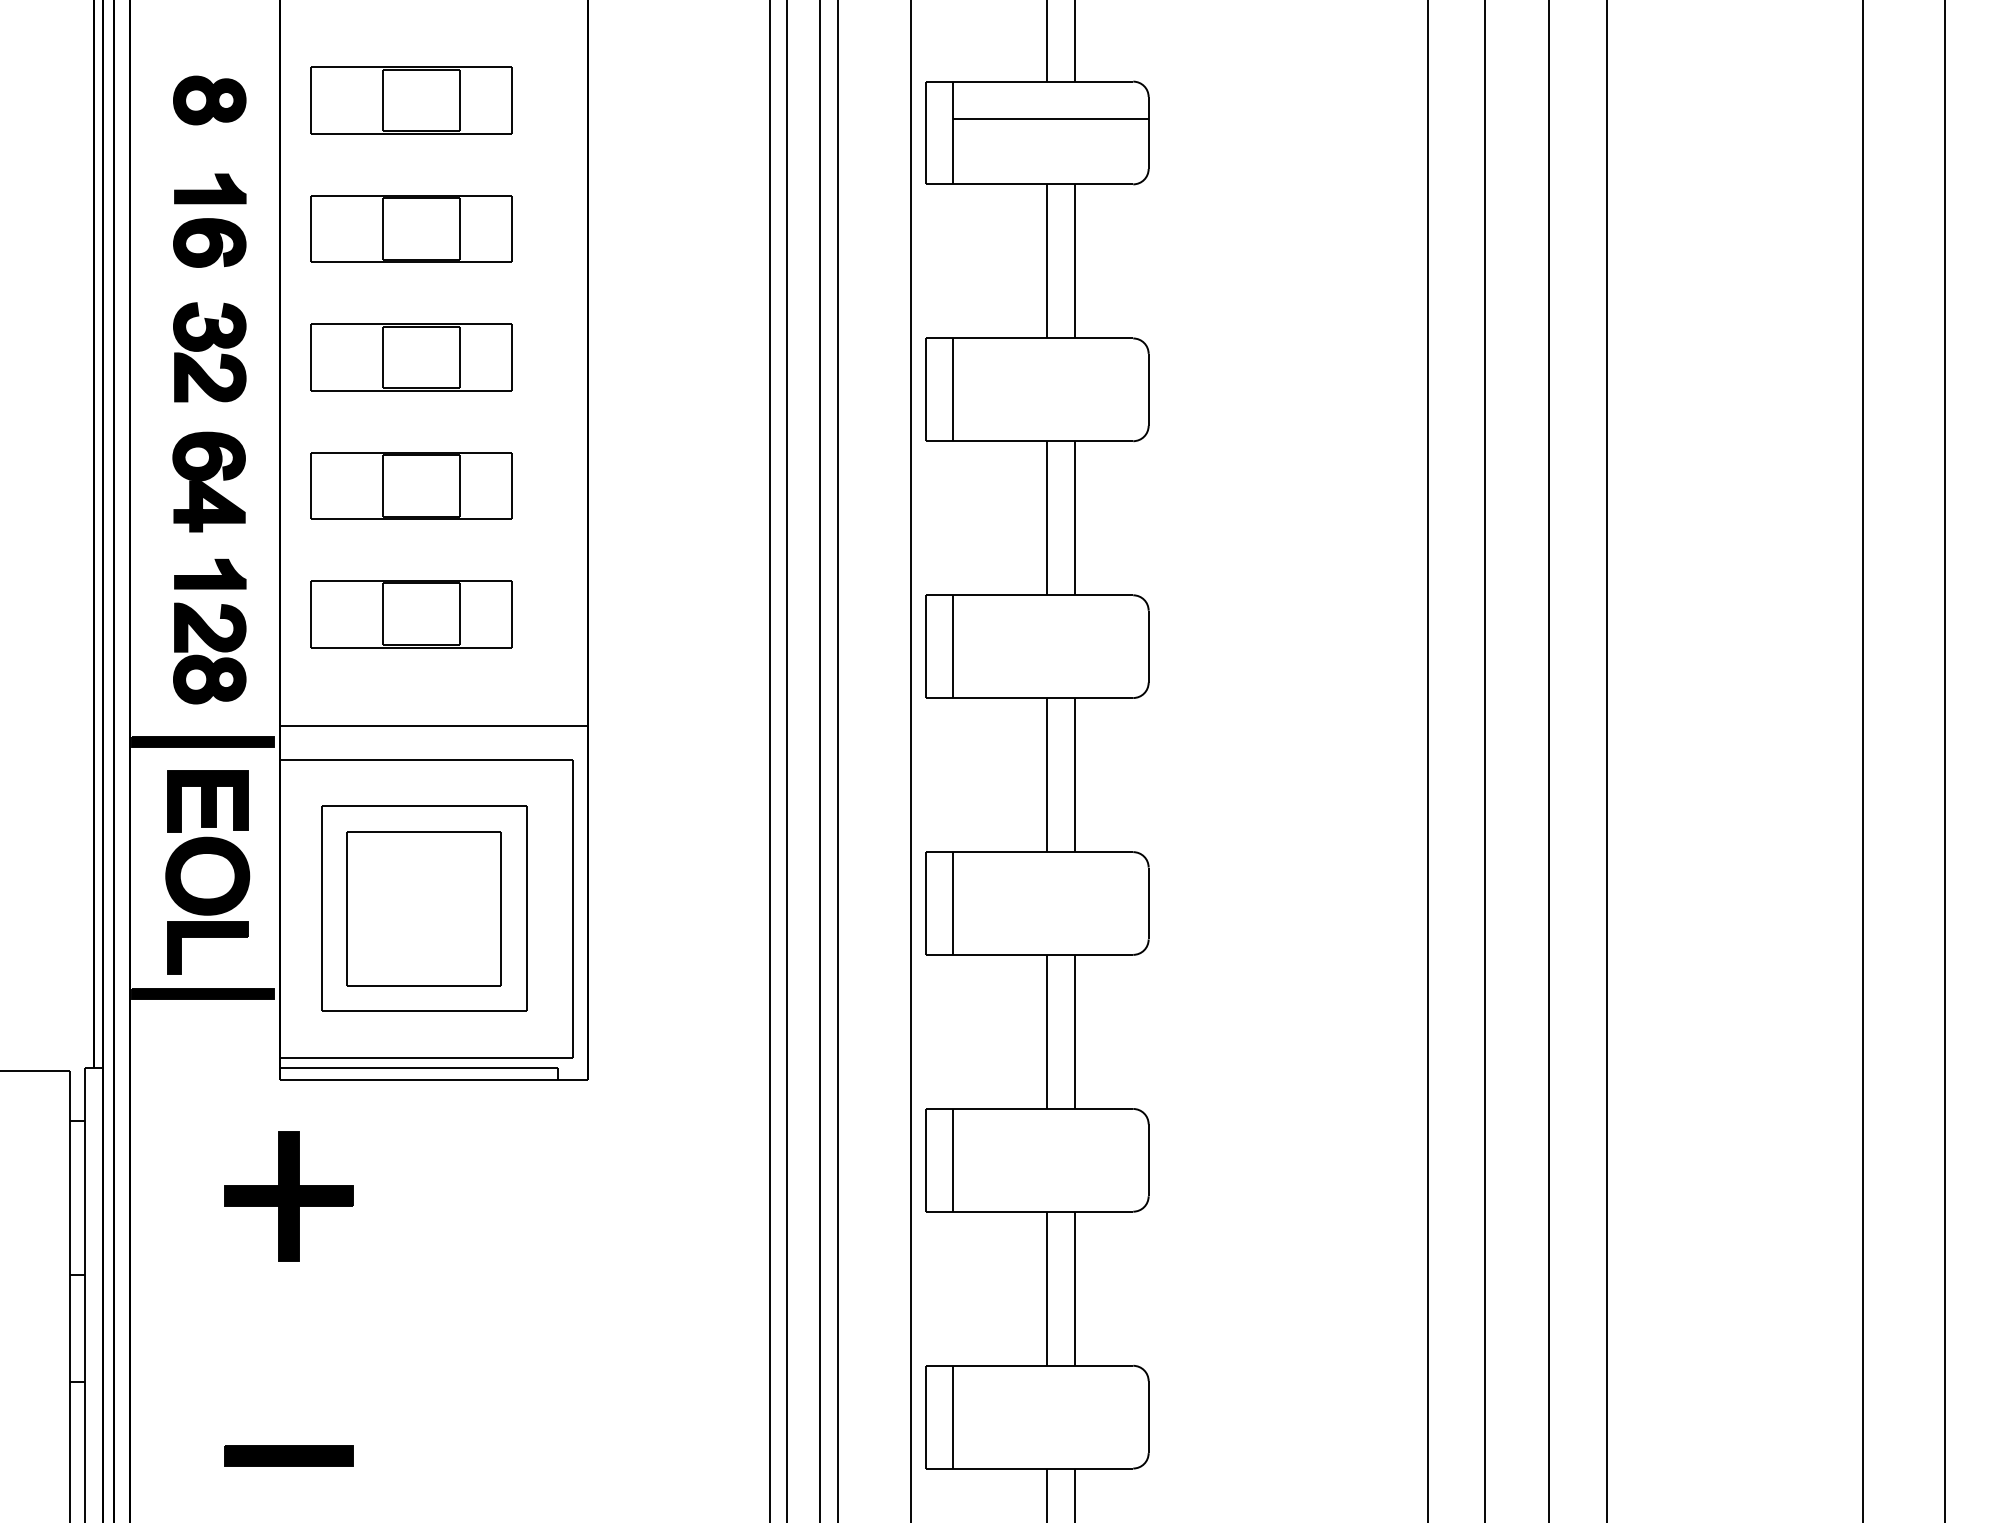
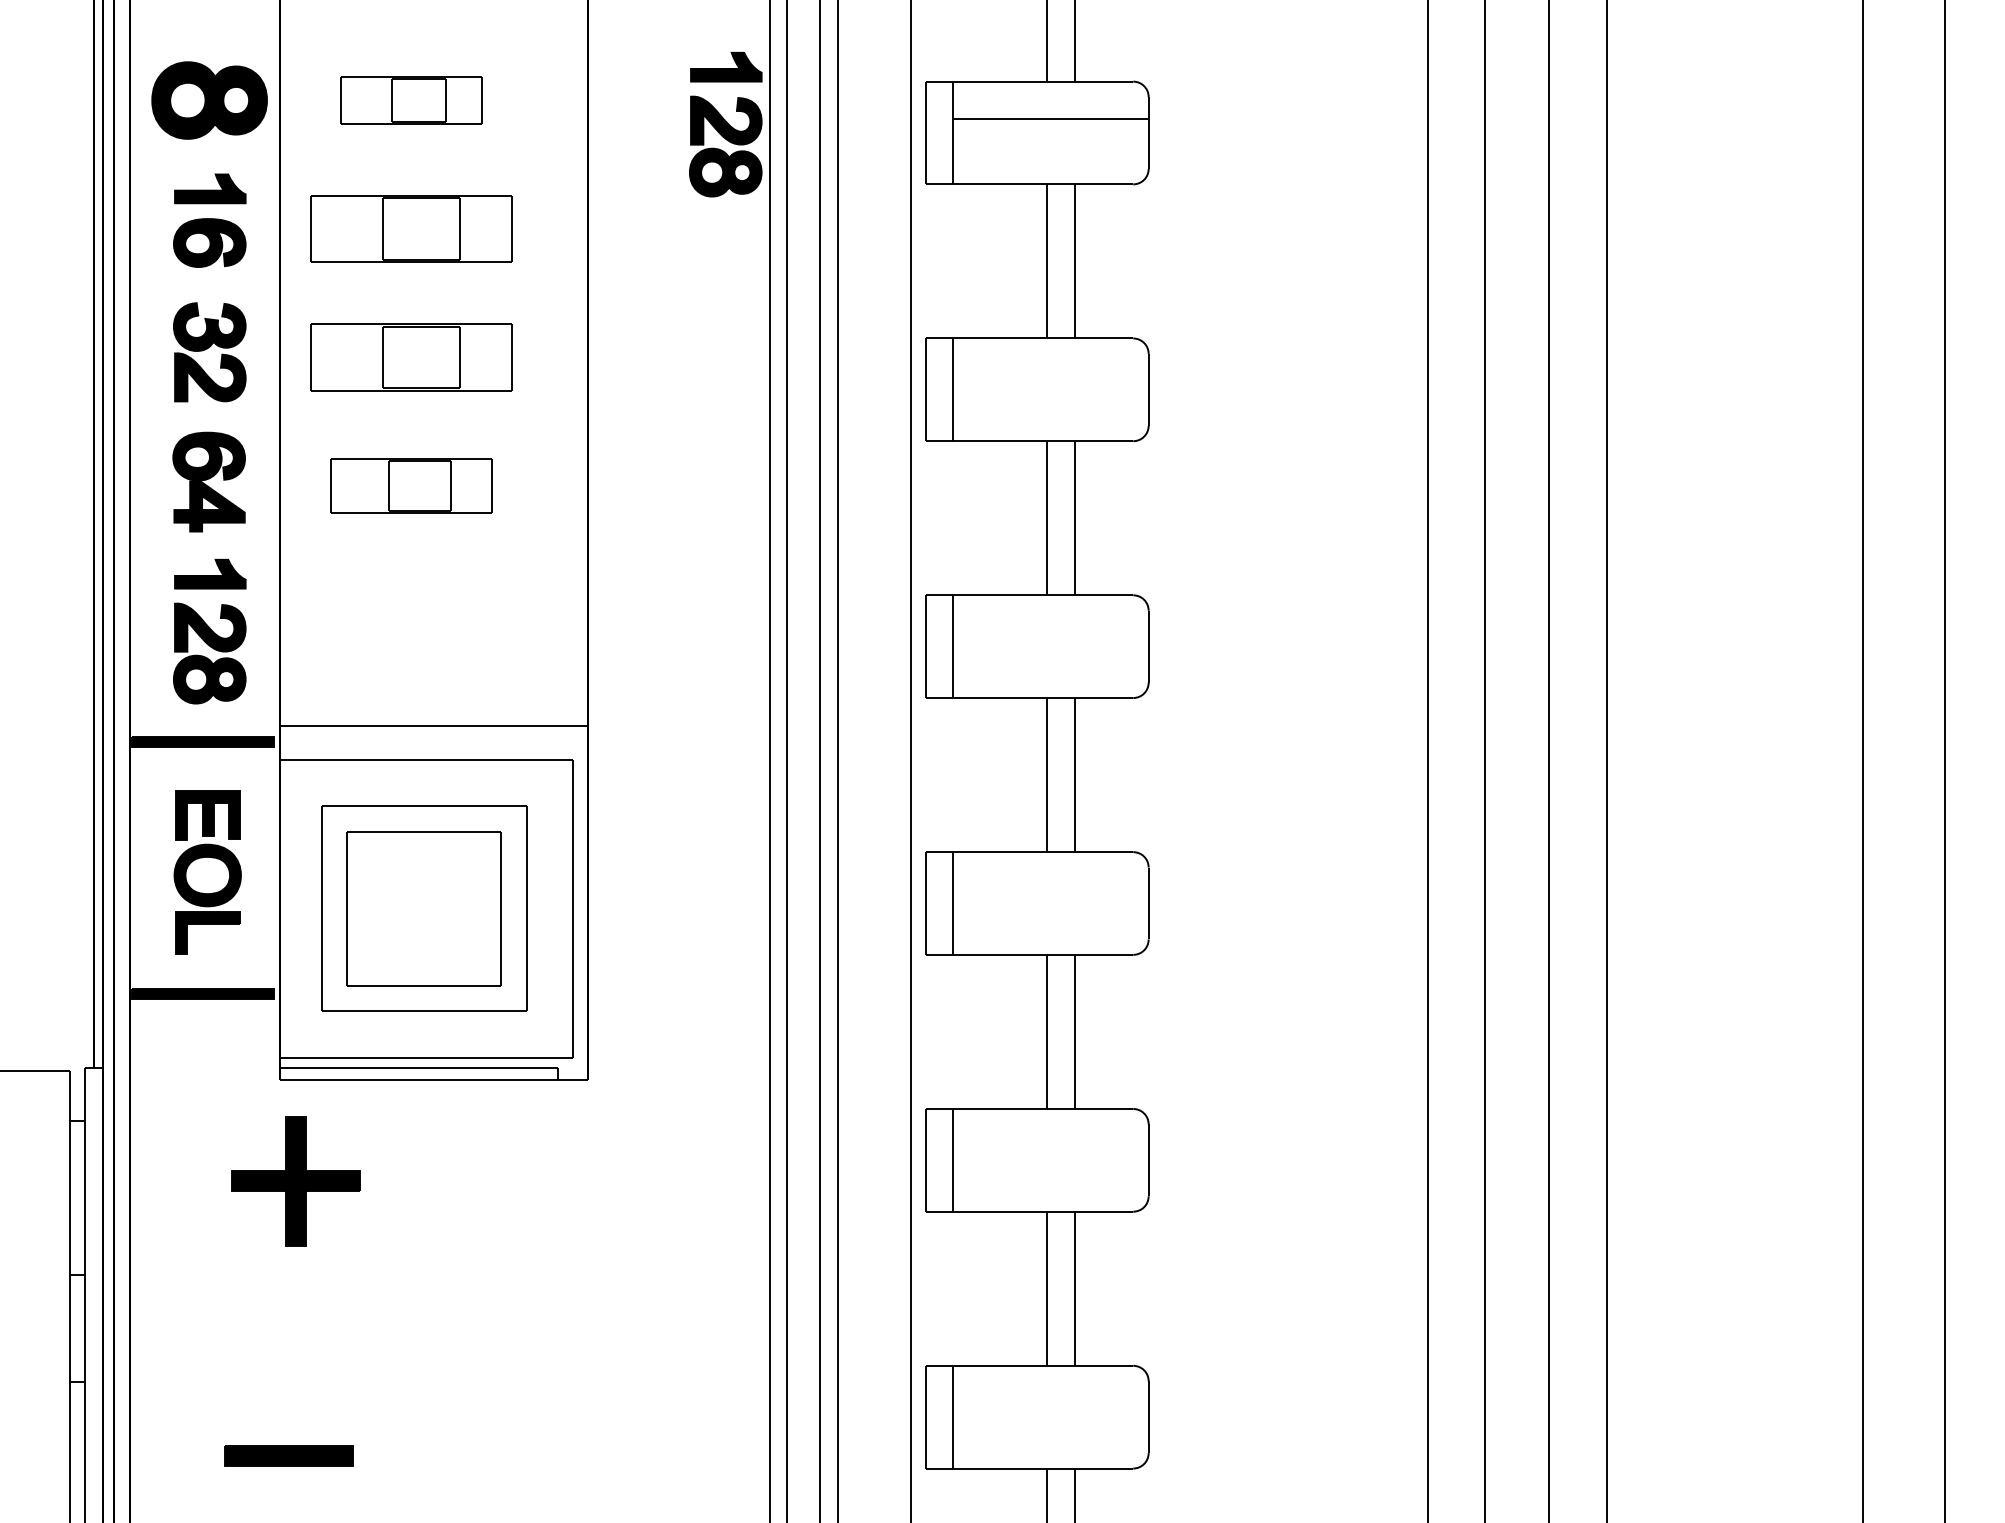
part at (209, 100) size: 74x51 px -> 117x79 px
part at (411, 100) size: 203x69 px -> 143x49 px
part at (725, 124): none -> present
part at (411, 485) size: 203x68 px -> 163x56 px
part at (411, 614): present -> none
part at (207, 872) size: 86x205 px -> 69x165 px
part at (288, 1196) position: (288, 1196) -> (295, 1181)
